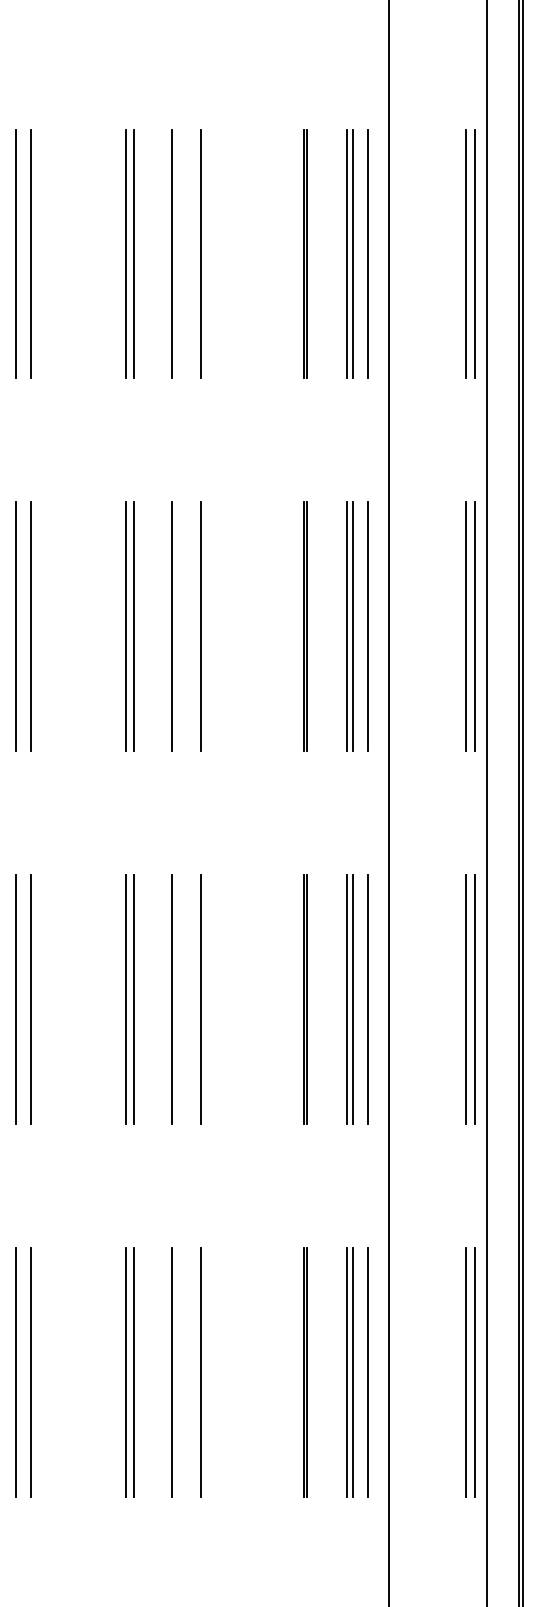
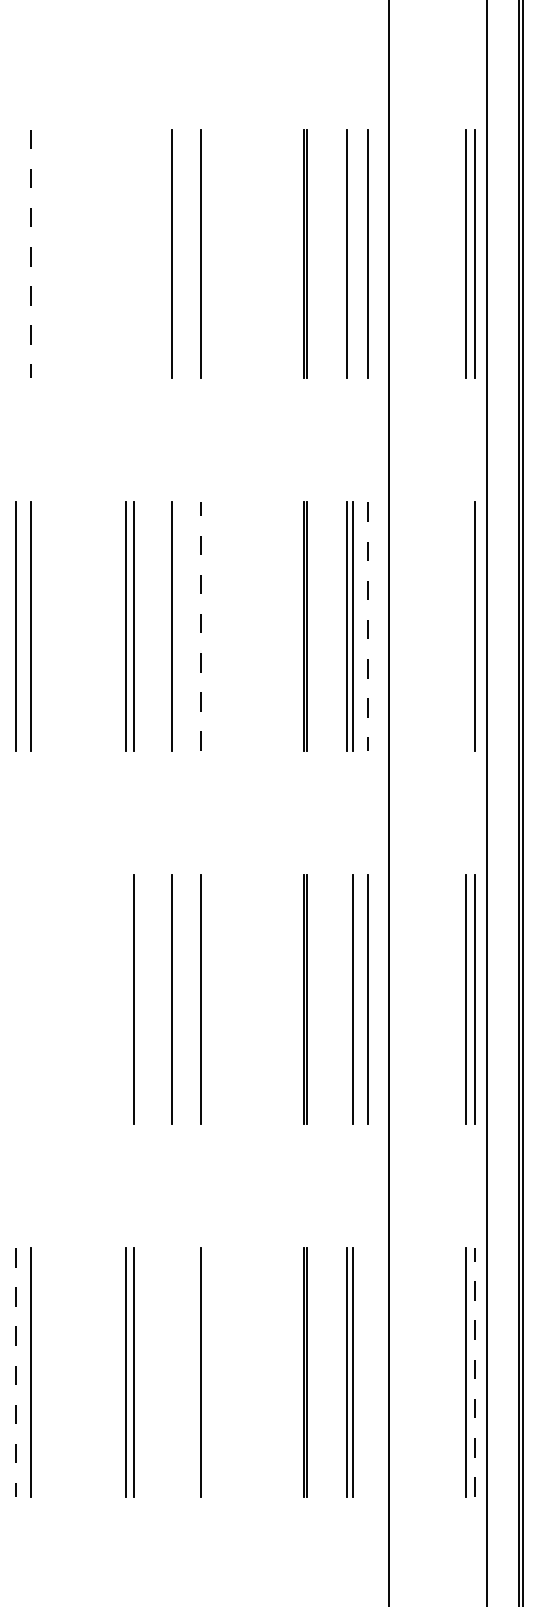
line at (16, 253): present -> none
part at (129, 253): present -> none
line at (353, 253): present -> none
line at (31, 254): solid -> dashed
line at (201, 626): solid -> dashed
line at (466, 626): present -> none
line at (368, 627): solid -> dashed
line at (16, 999): present -> none
line at (31, 999): present -> none
line at (125, 999): present -> none
line at (347, 999): present -> none
line at (475, 1371): solid -> dashed
line at (16, 1372): solid -> dashed
line at (171, 1372): present -> none
line at (368, 1372): present -> none
